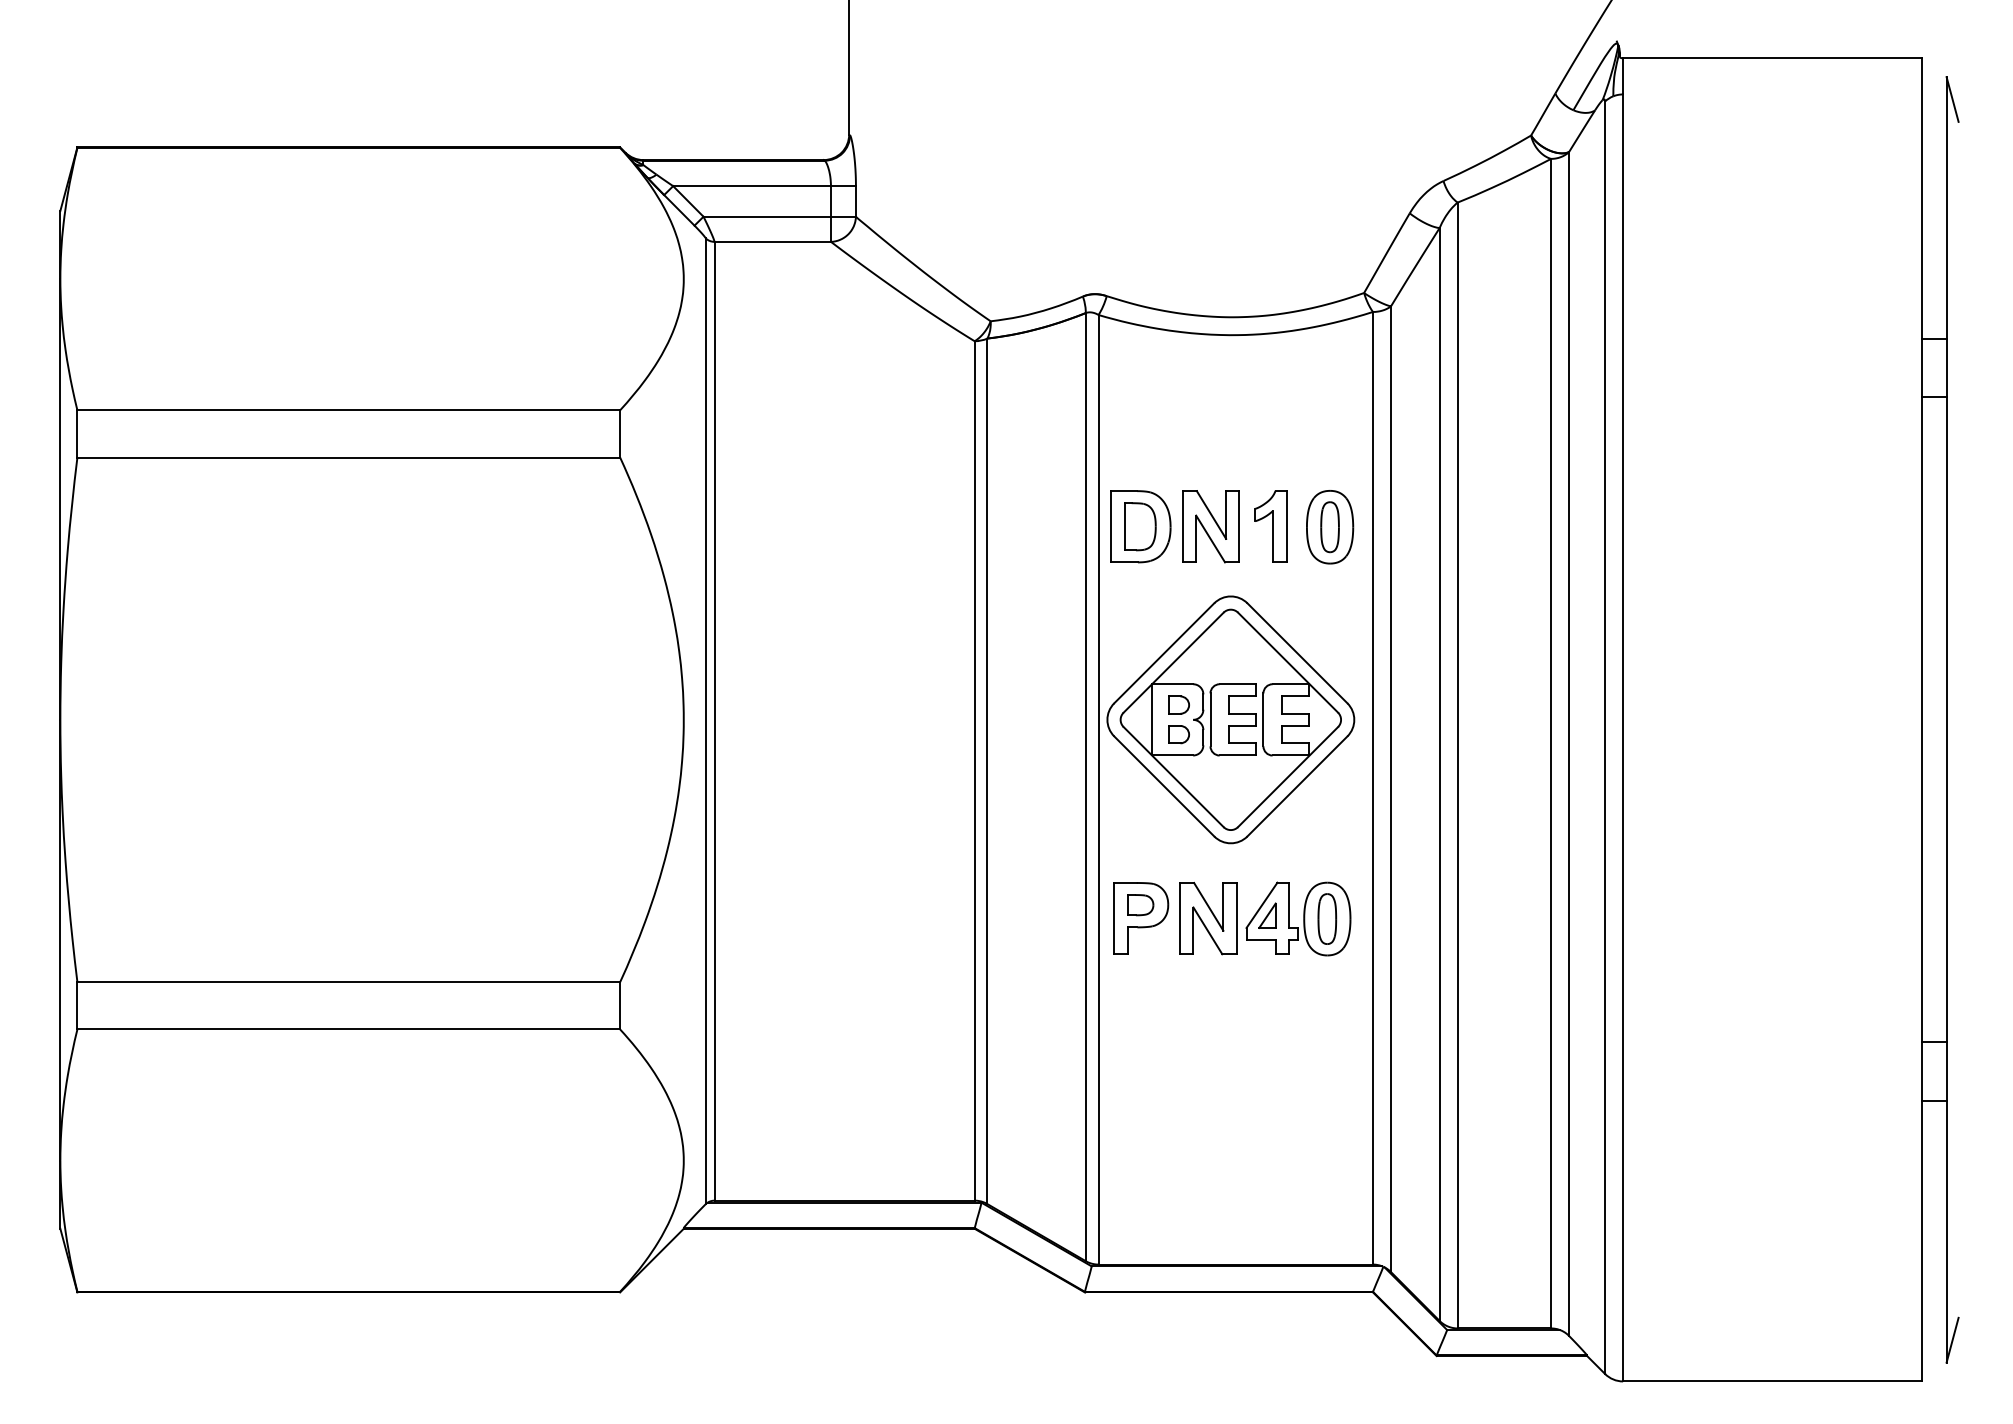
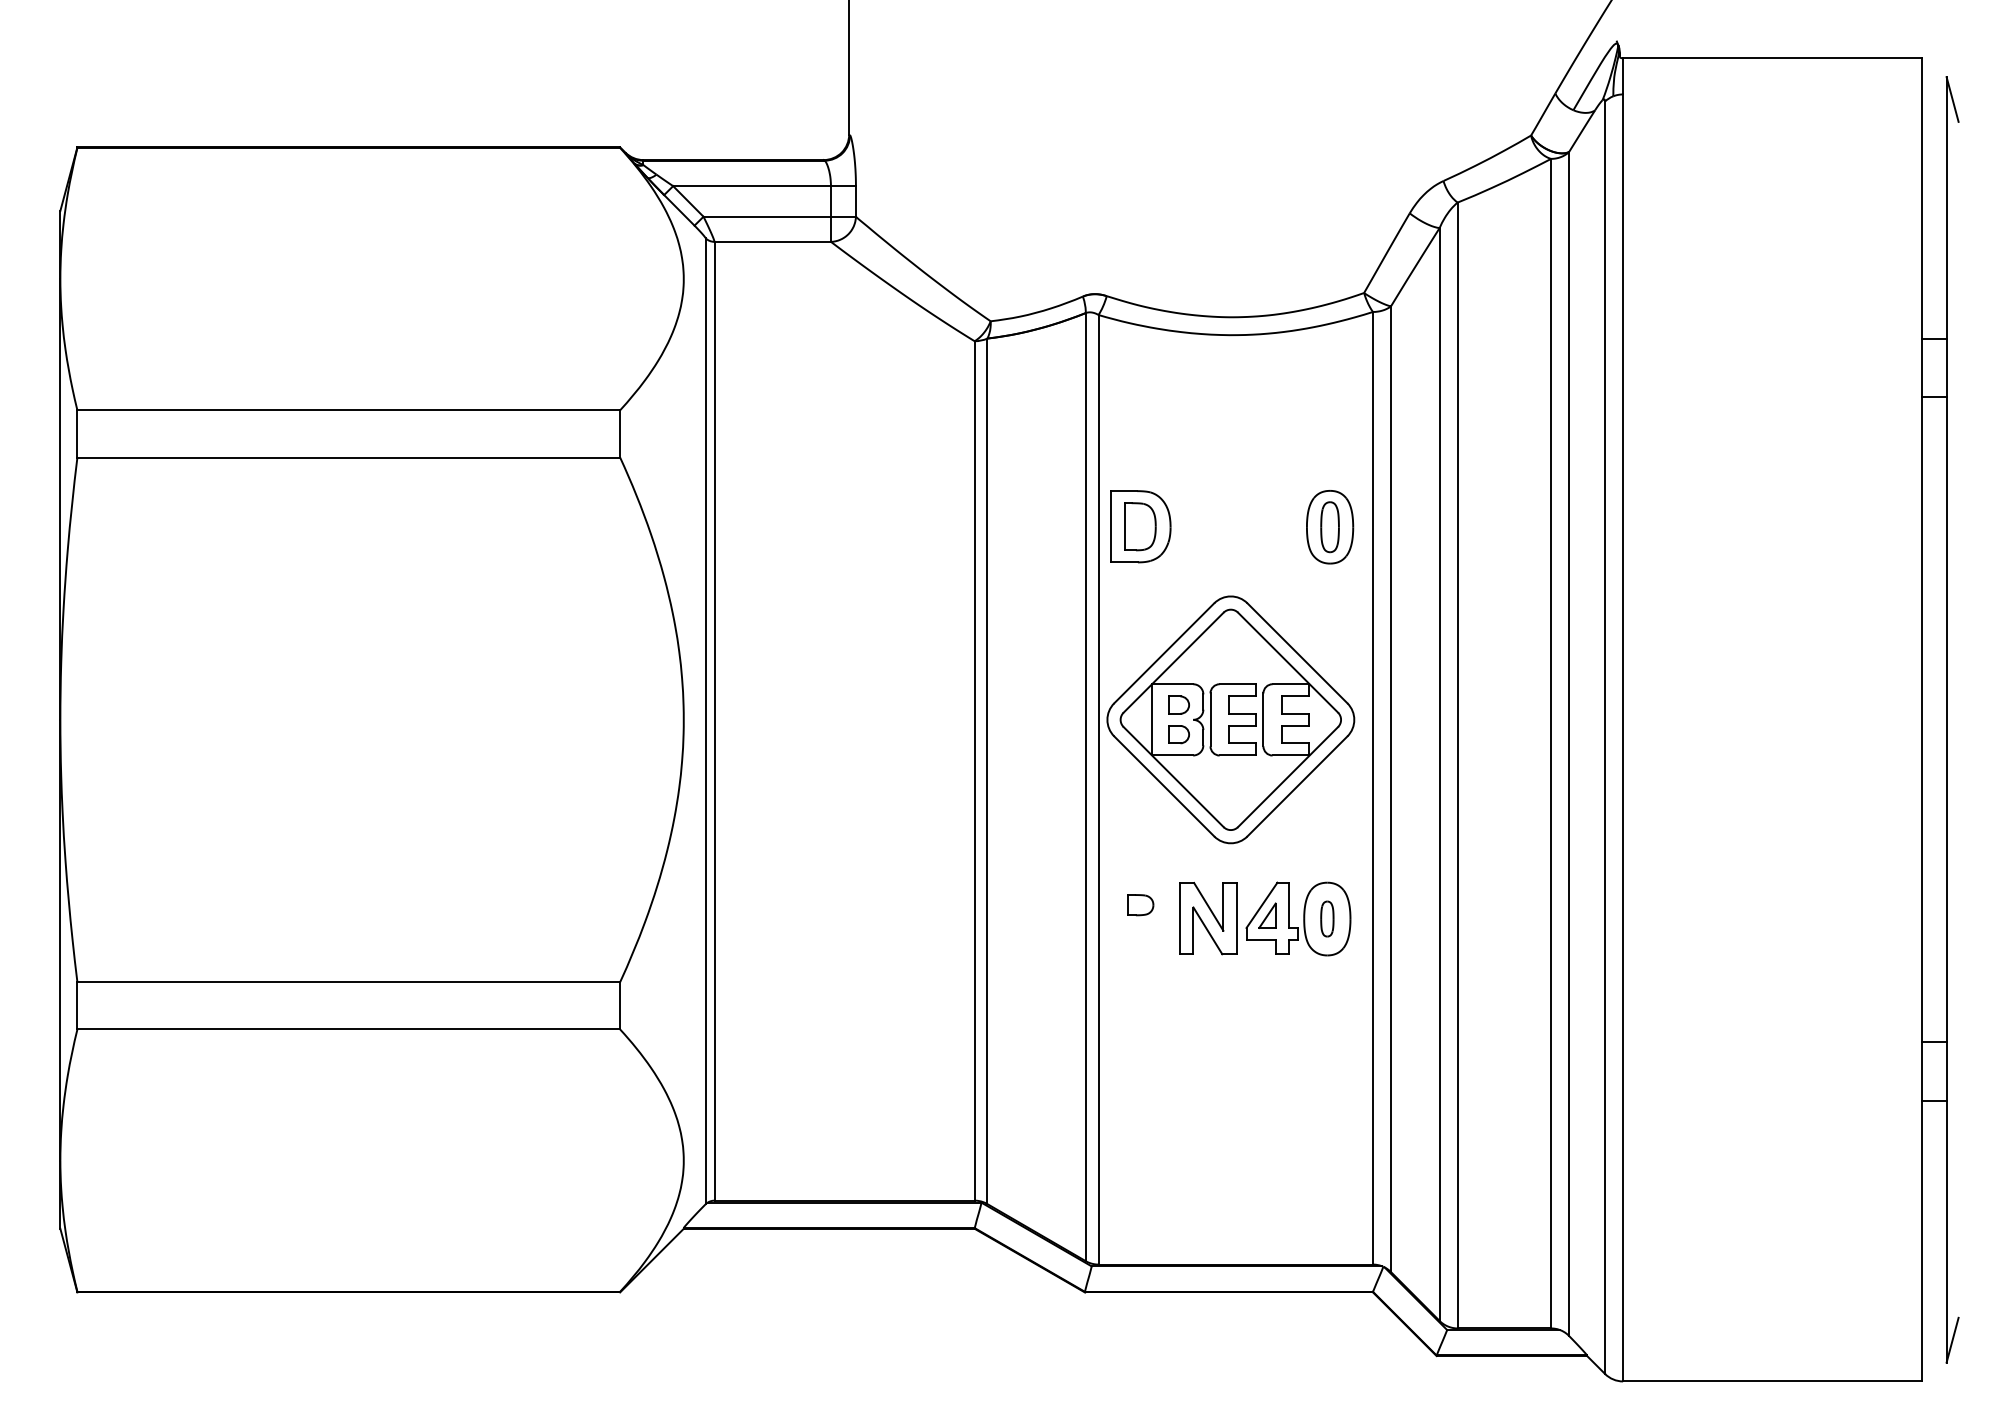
part at (1210, 526): present -> none
part at (1270, 526): present -> none
part at (1141, 918): present -> none
part at (1327, 918) size: 21x52 px -> 15x38 px
